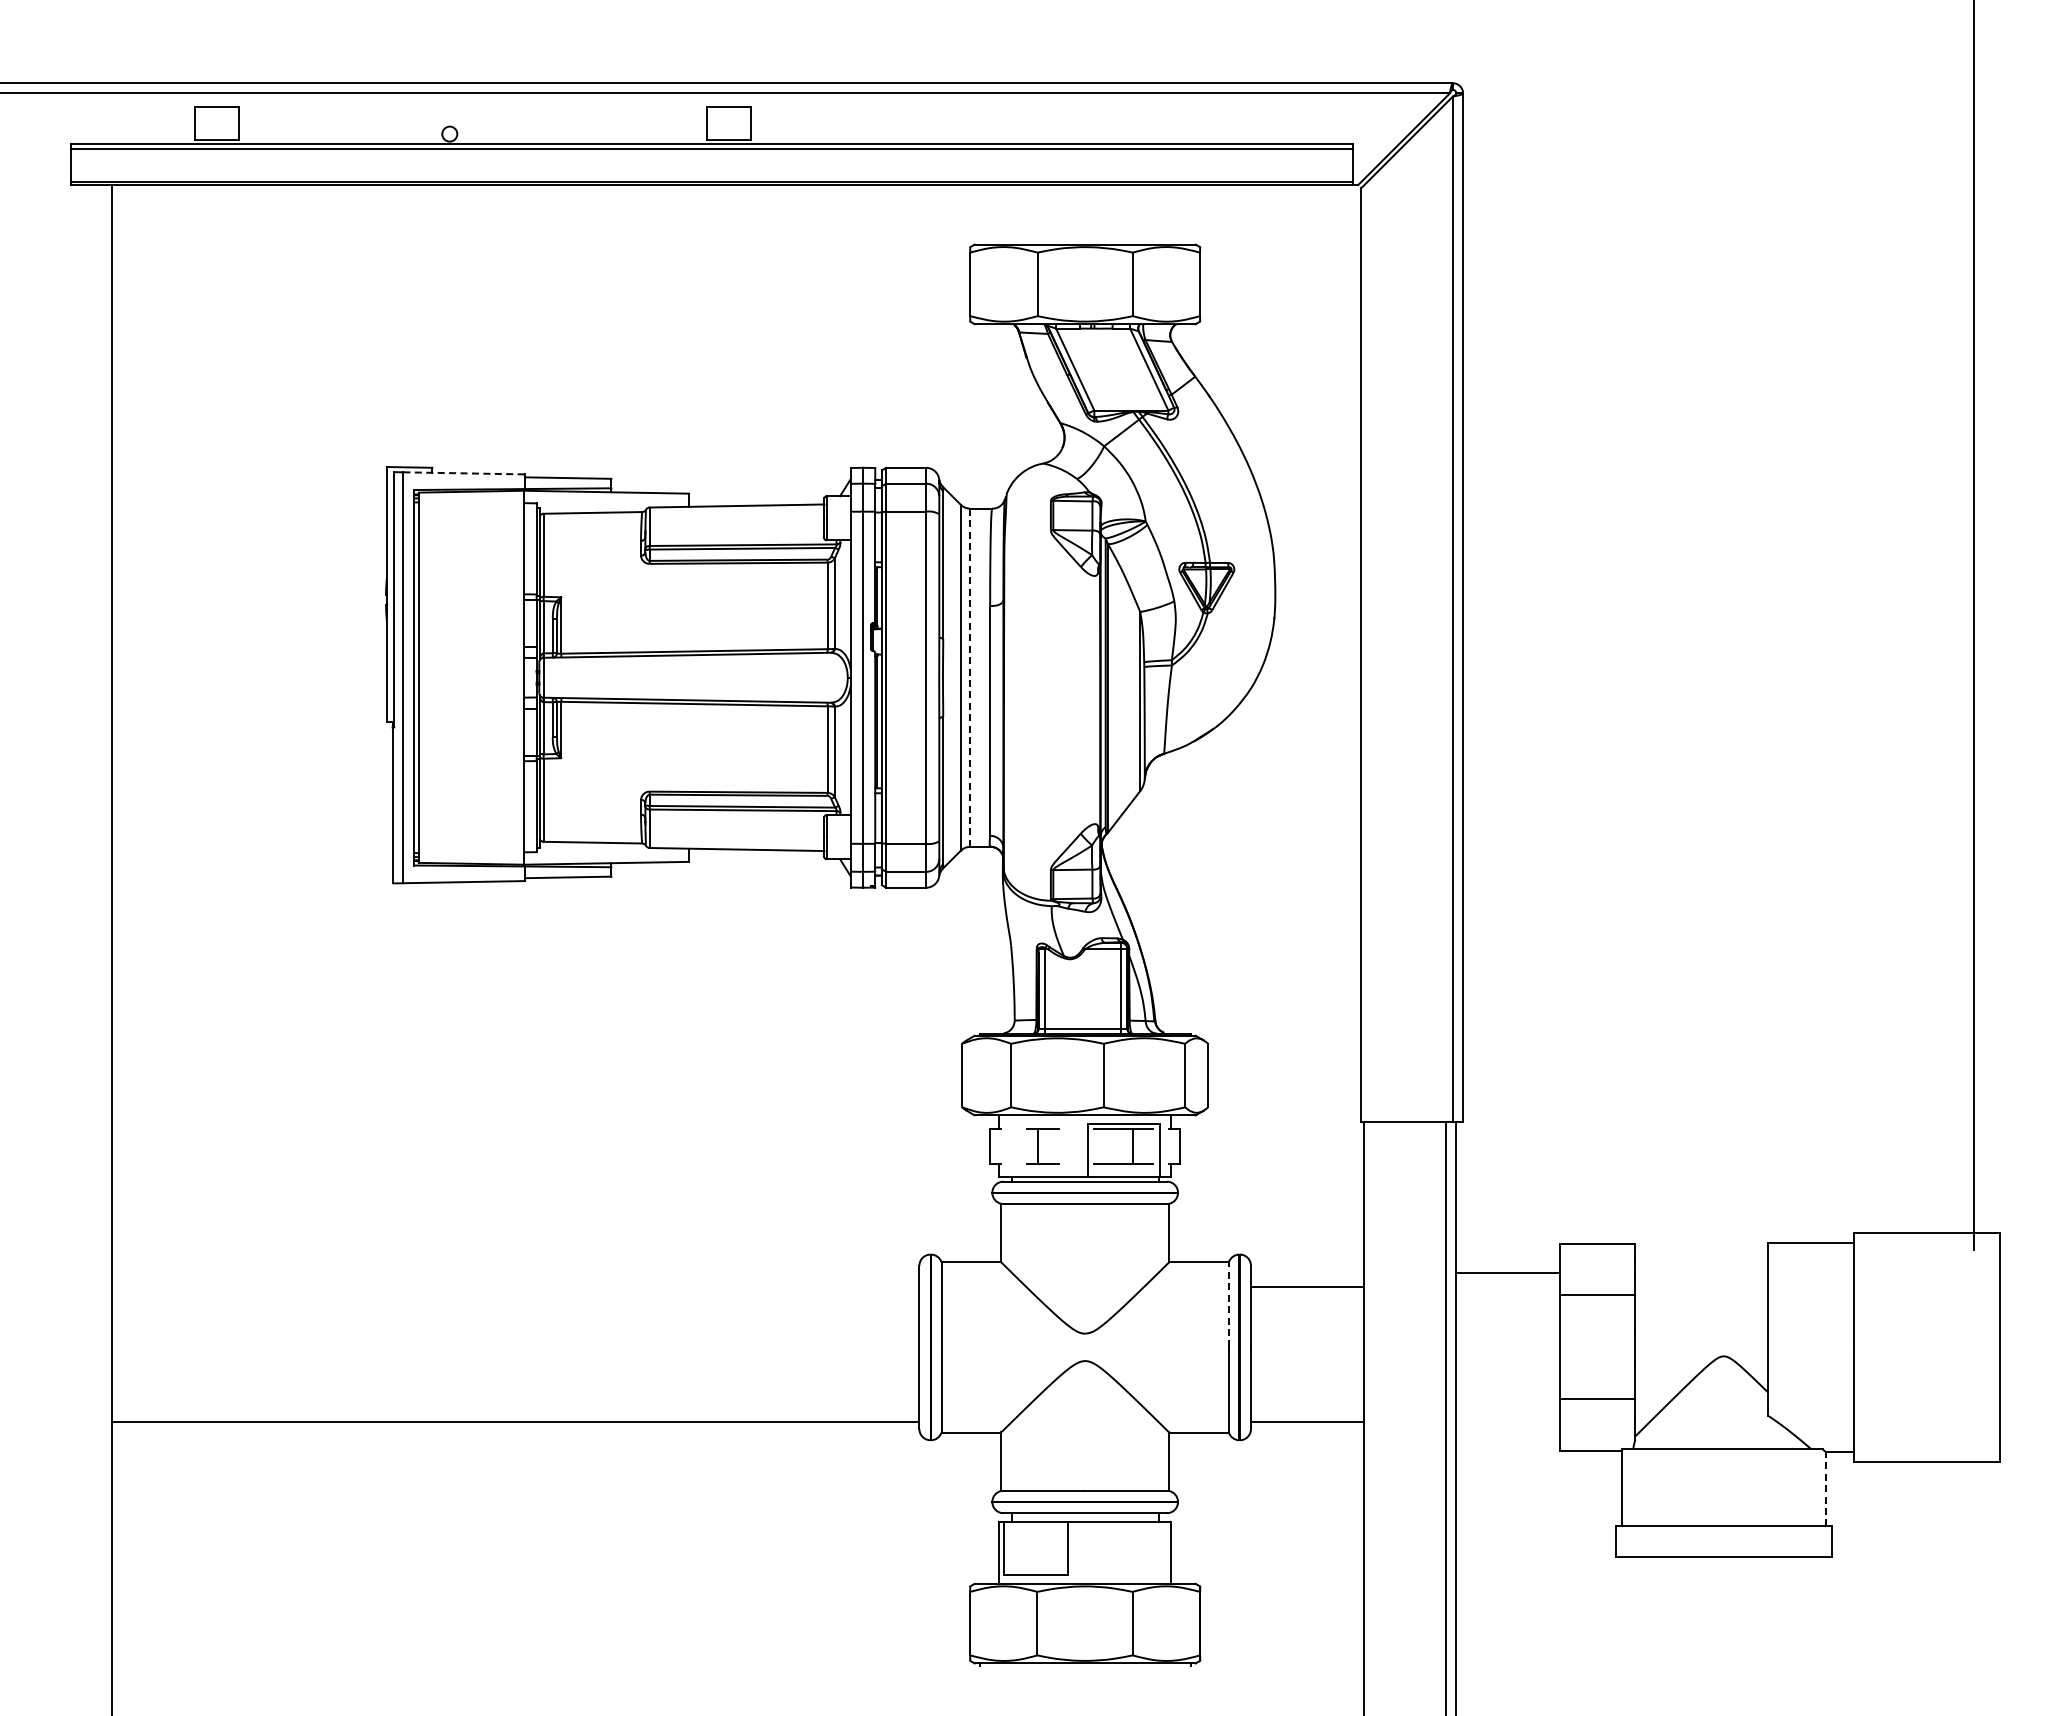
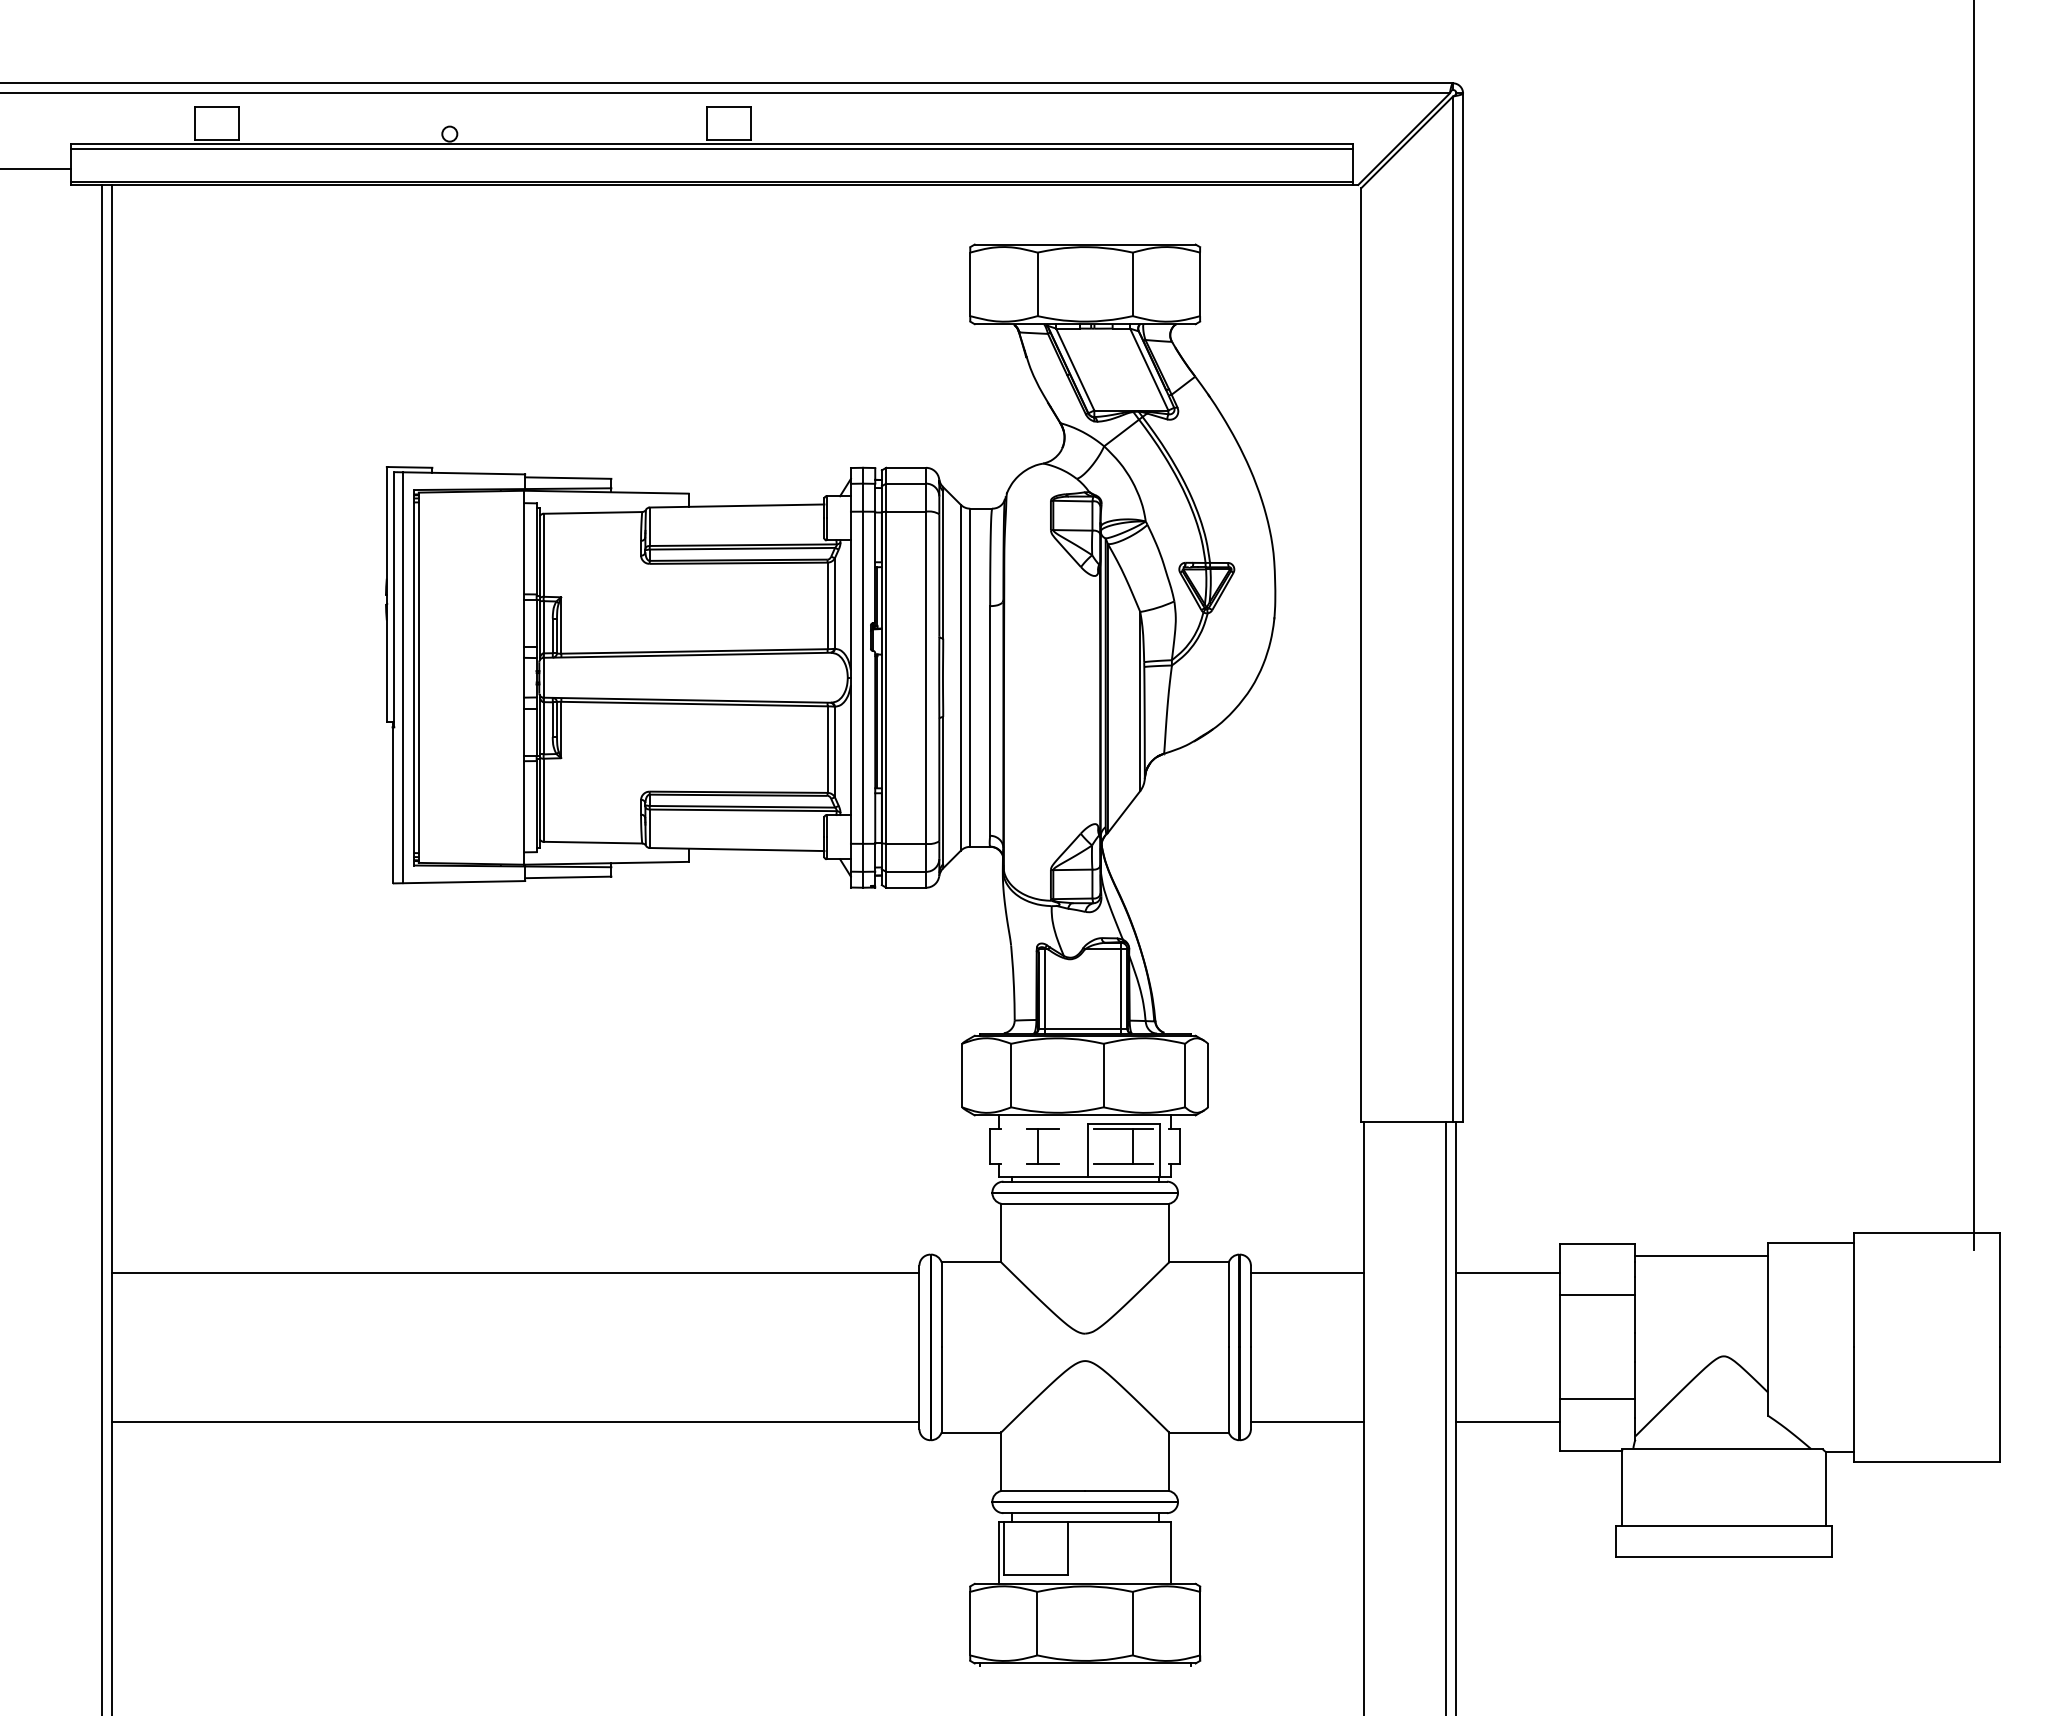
line at (36, 169): none -> present
line at (464, 473): dashed -> solid
line at (970, 677): dashed -> solid
line at (101, 948): none -> present
line at (1701, 1256): none -> present
line at (515, 1272): none -> present
line at (1306, 1286) position: (1306, 1286) -> (1306, 1272)
line at (1228, 1304): dashed -> solid
line at (1508, 1421): none -> present
line at (1825, 1488): dashed -> solid
